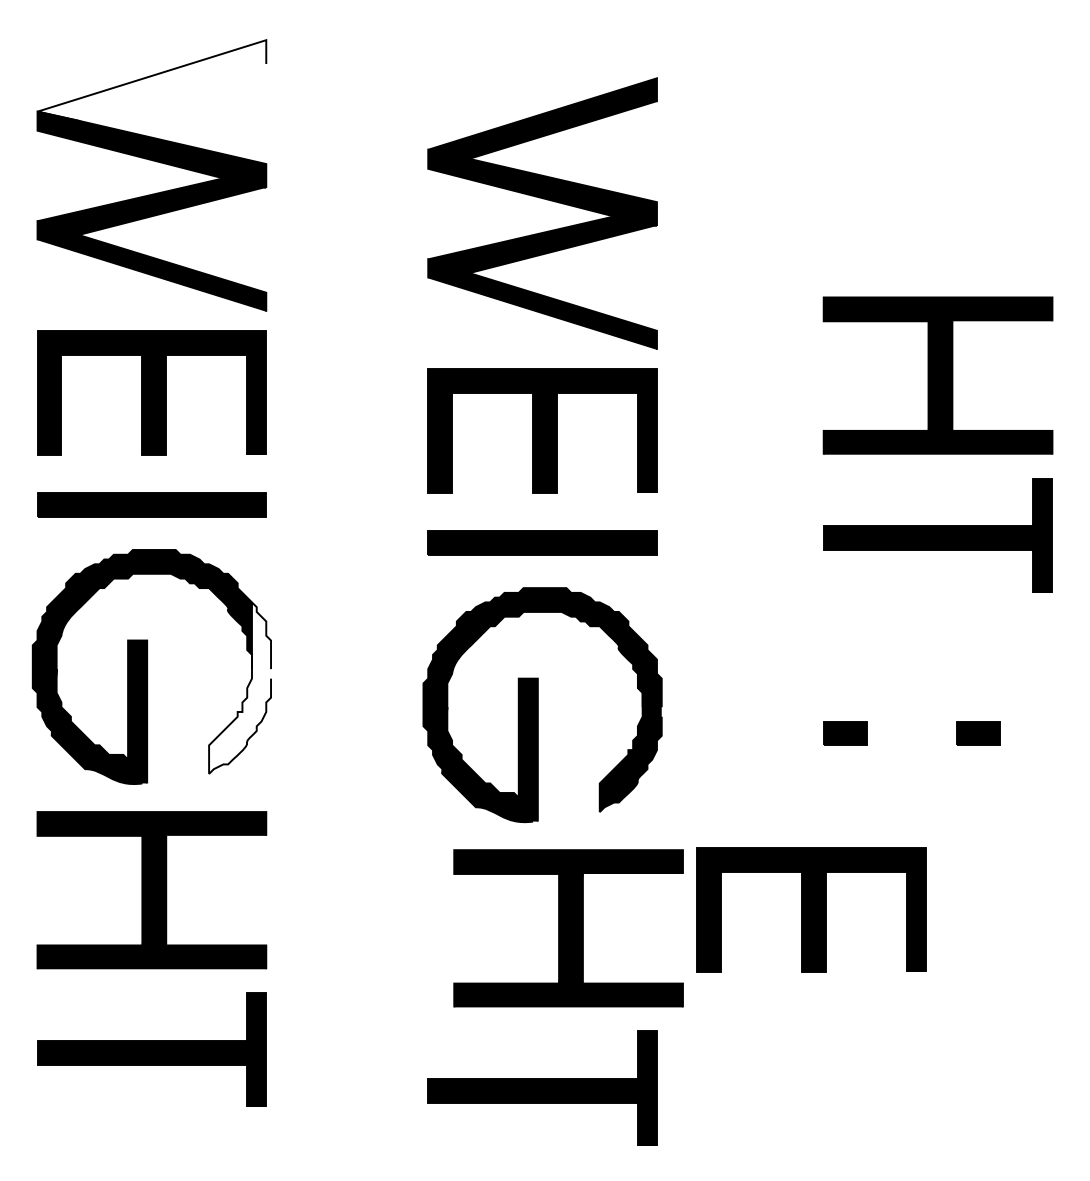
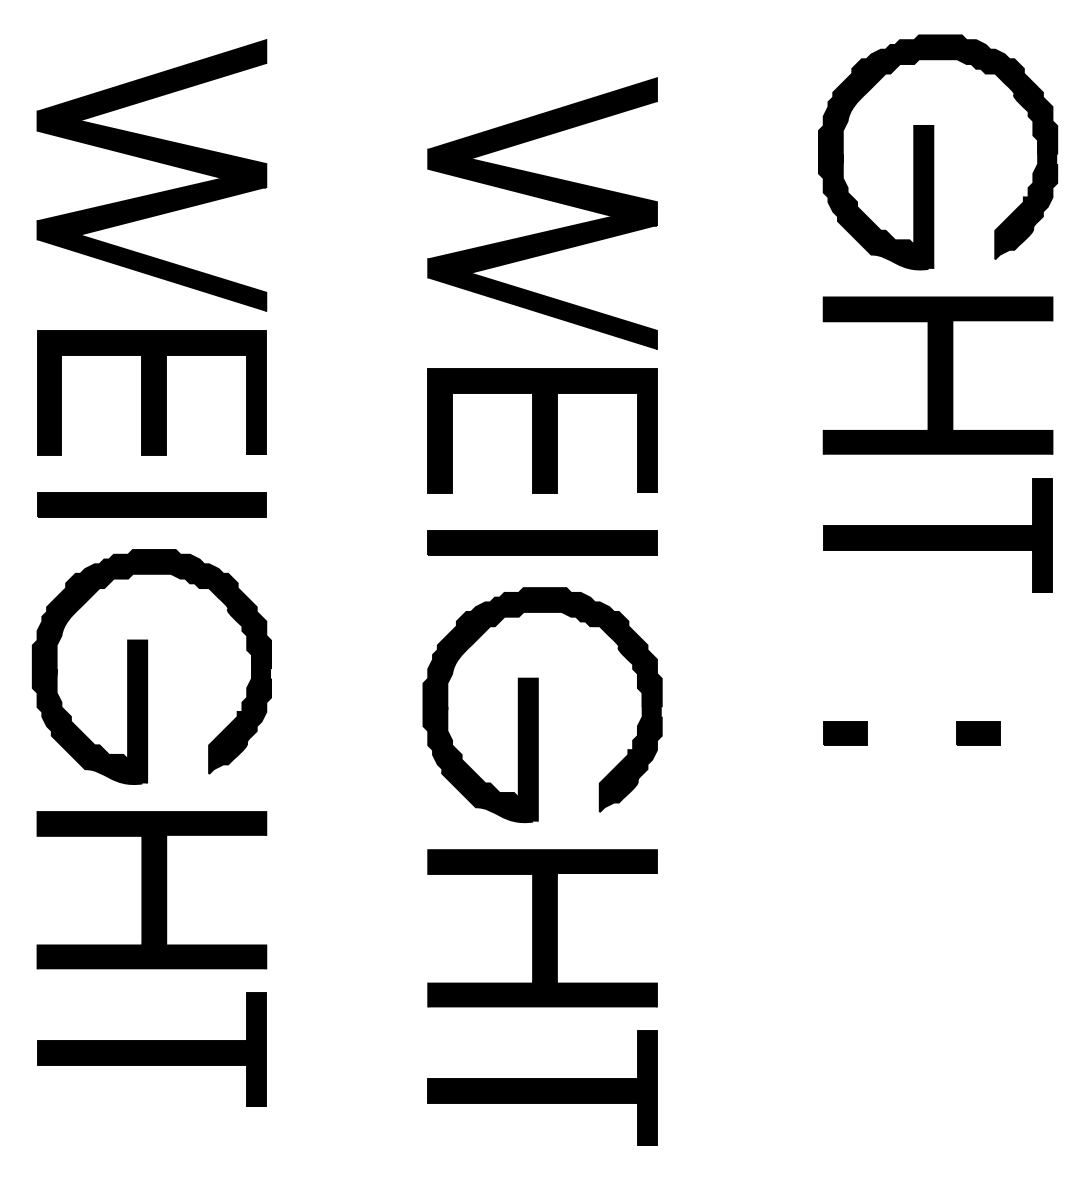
fill at (151, 80): none -> present
part at (938, 152): none -> present
fill at (240, 687): none -> present
part at (811, 909): present -> none
part at (568, 928) position: (568, 928) -> (542, 928)
